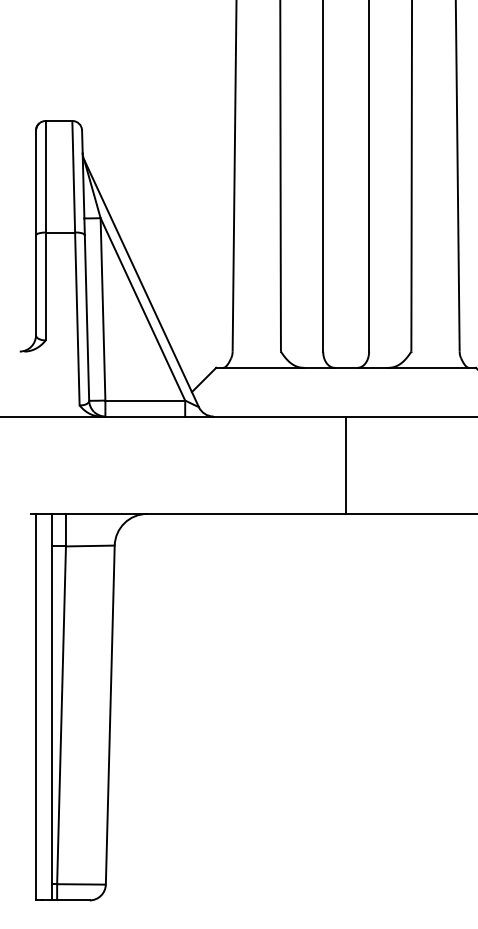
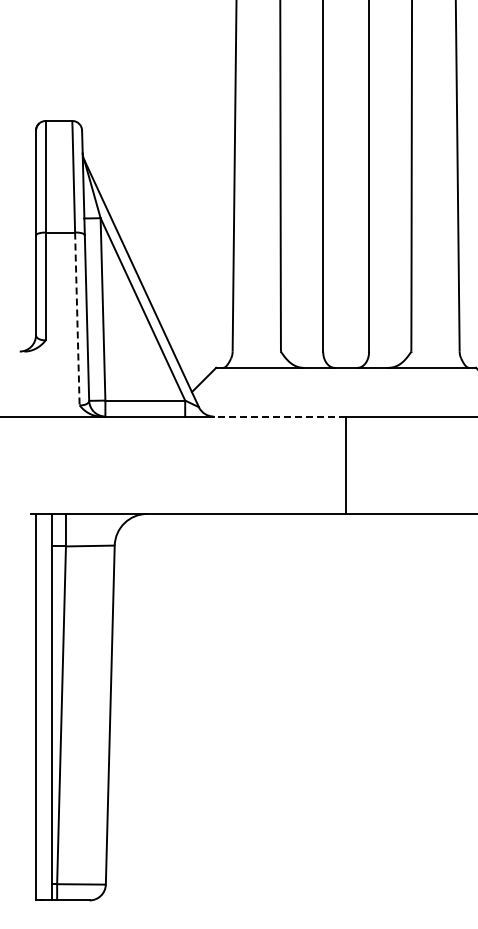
line at (77, 319): solid -> dashed
line at (279, 416): solid -> dashed
